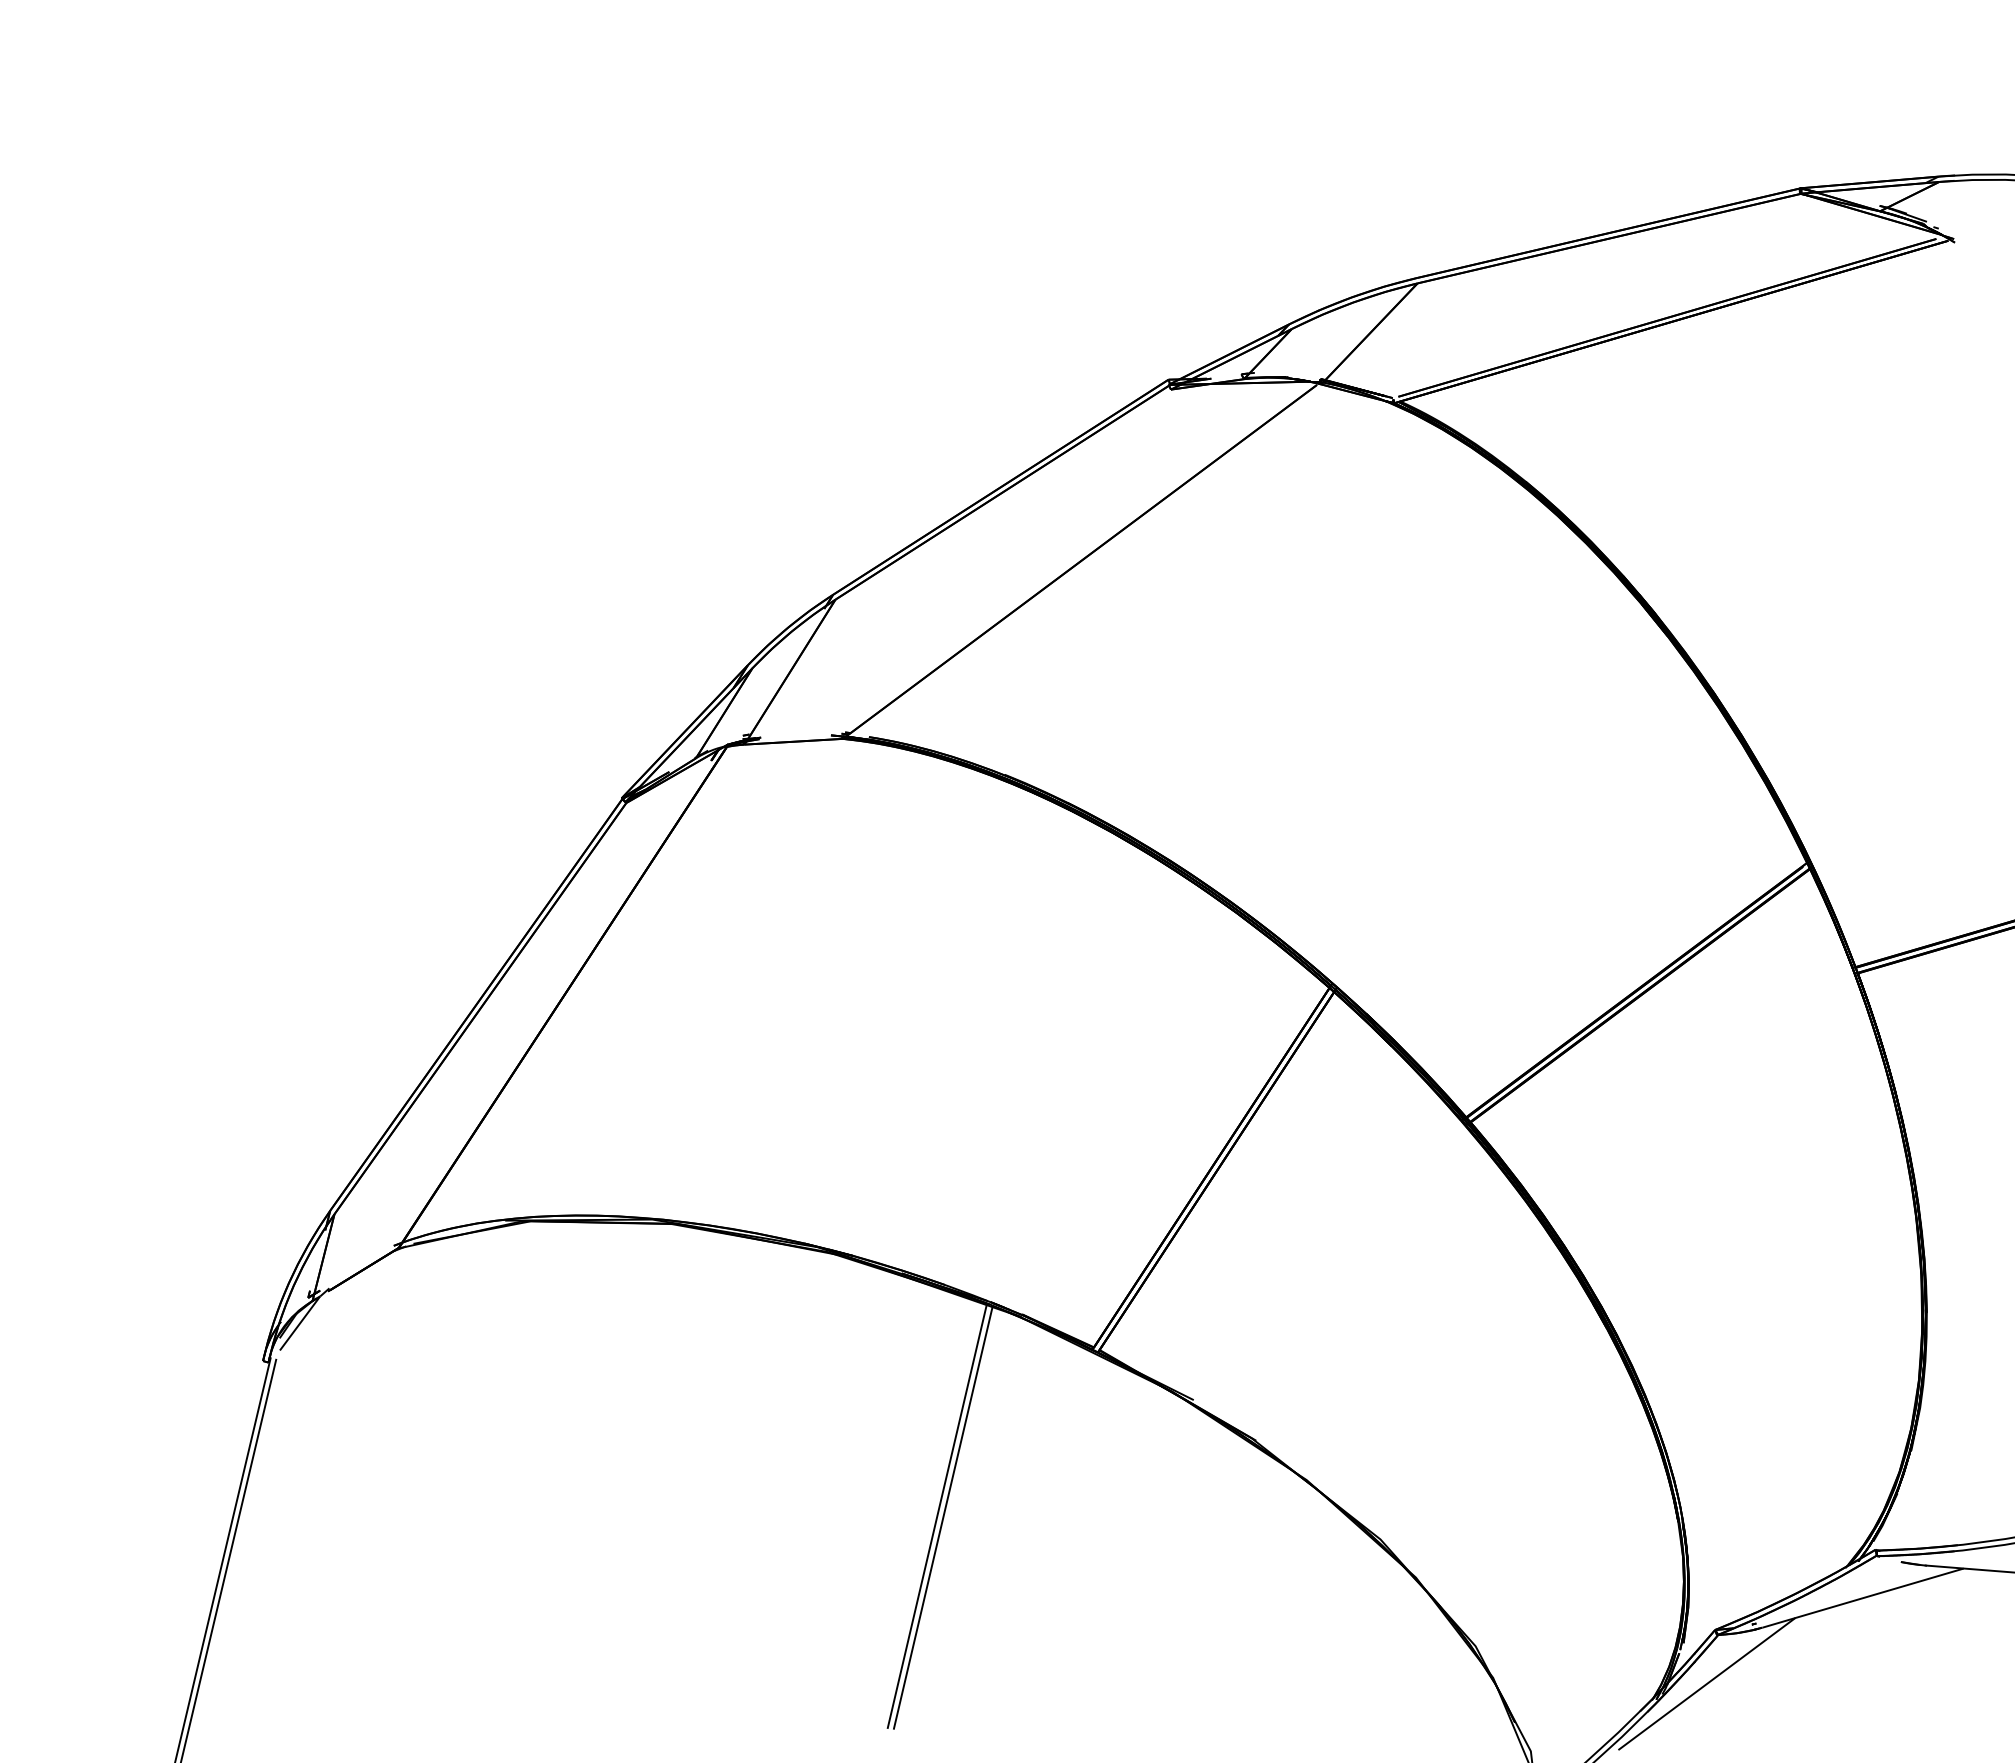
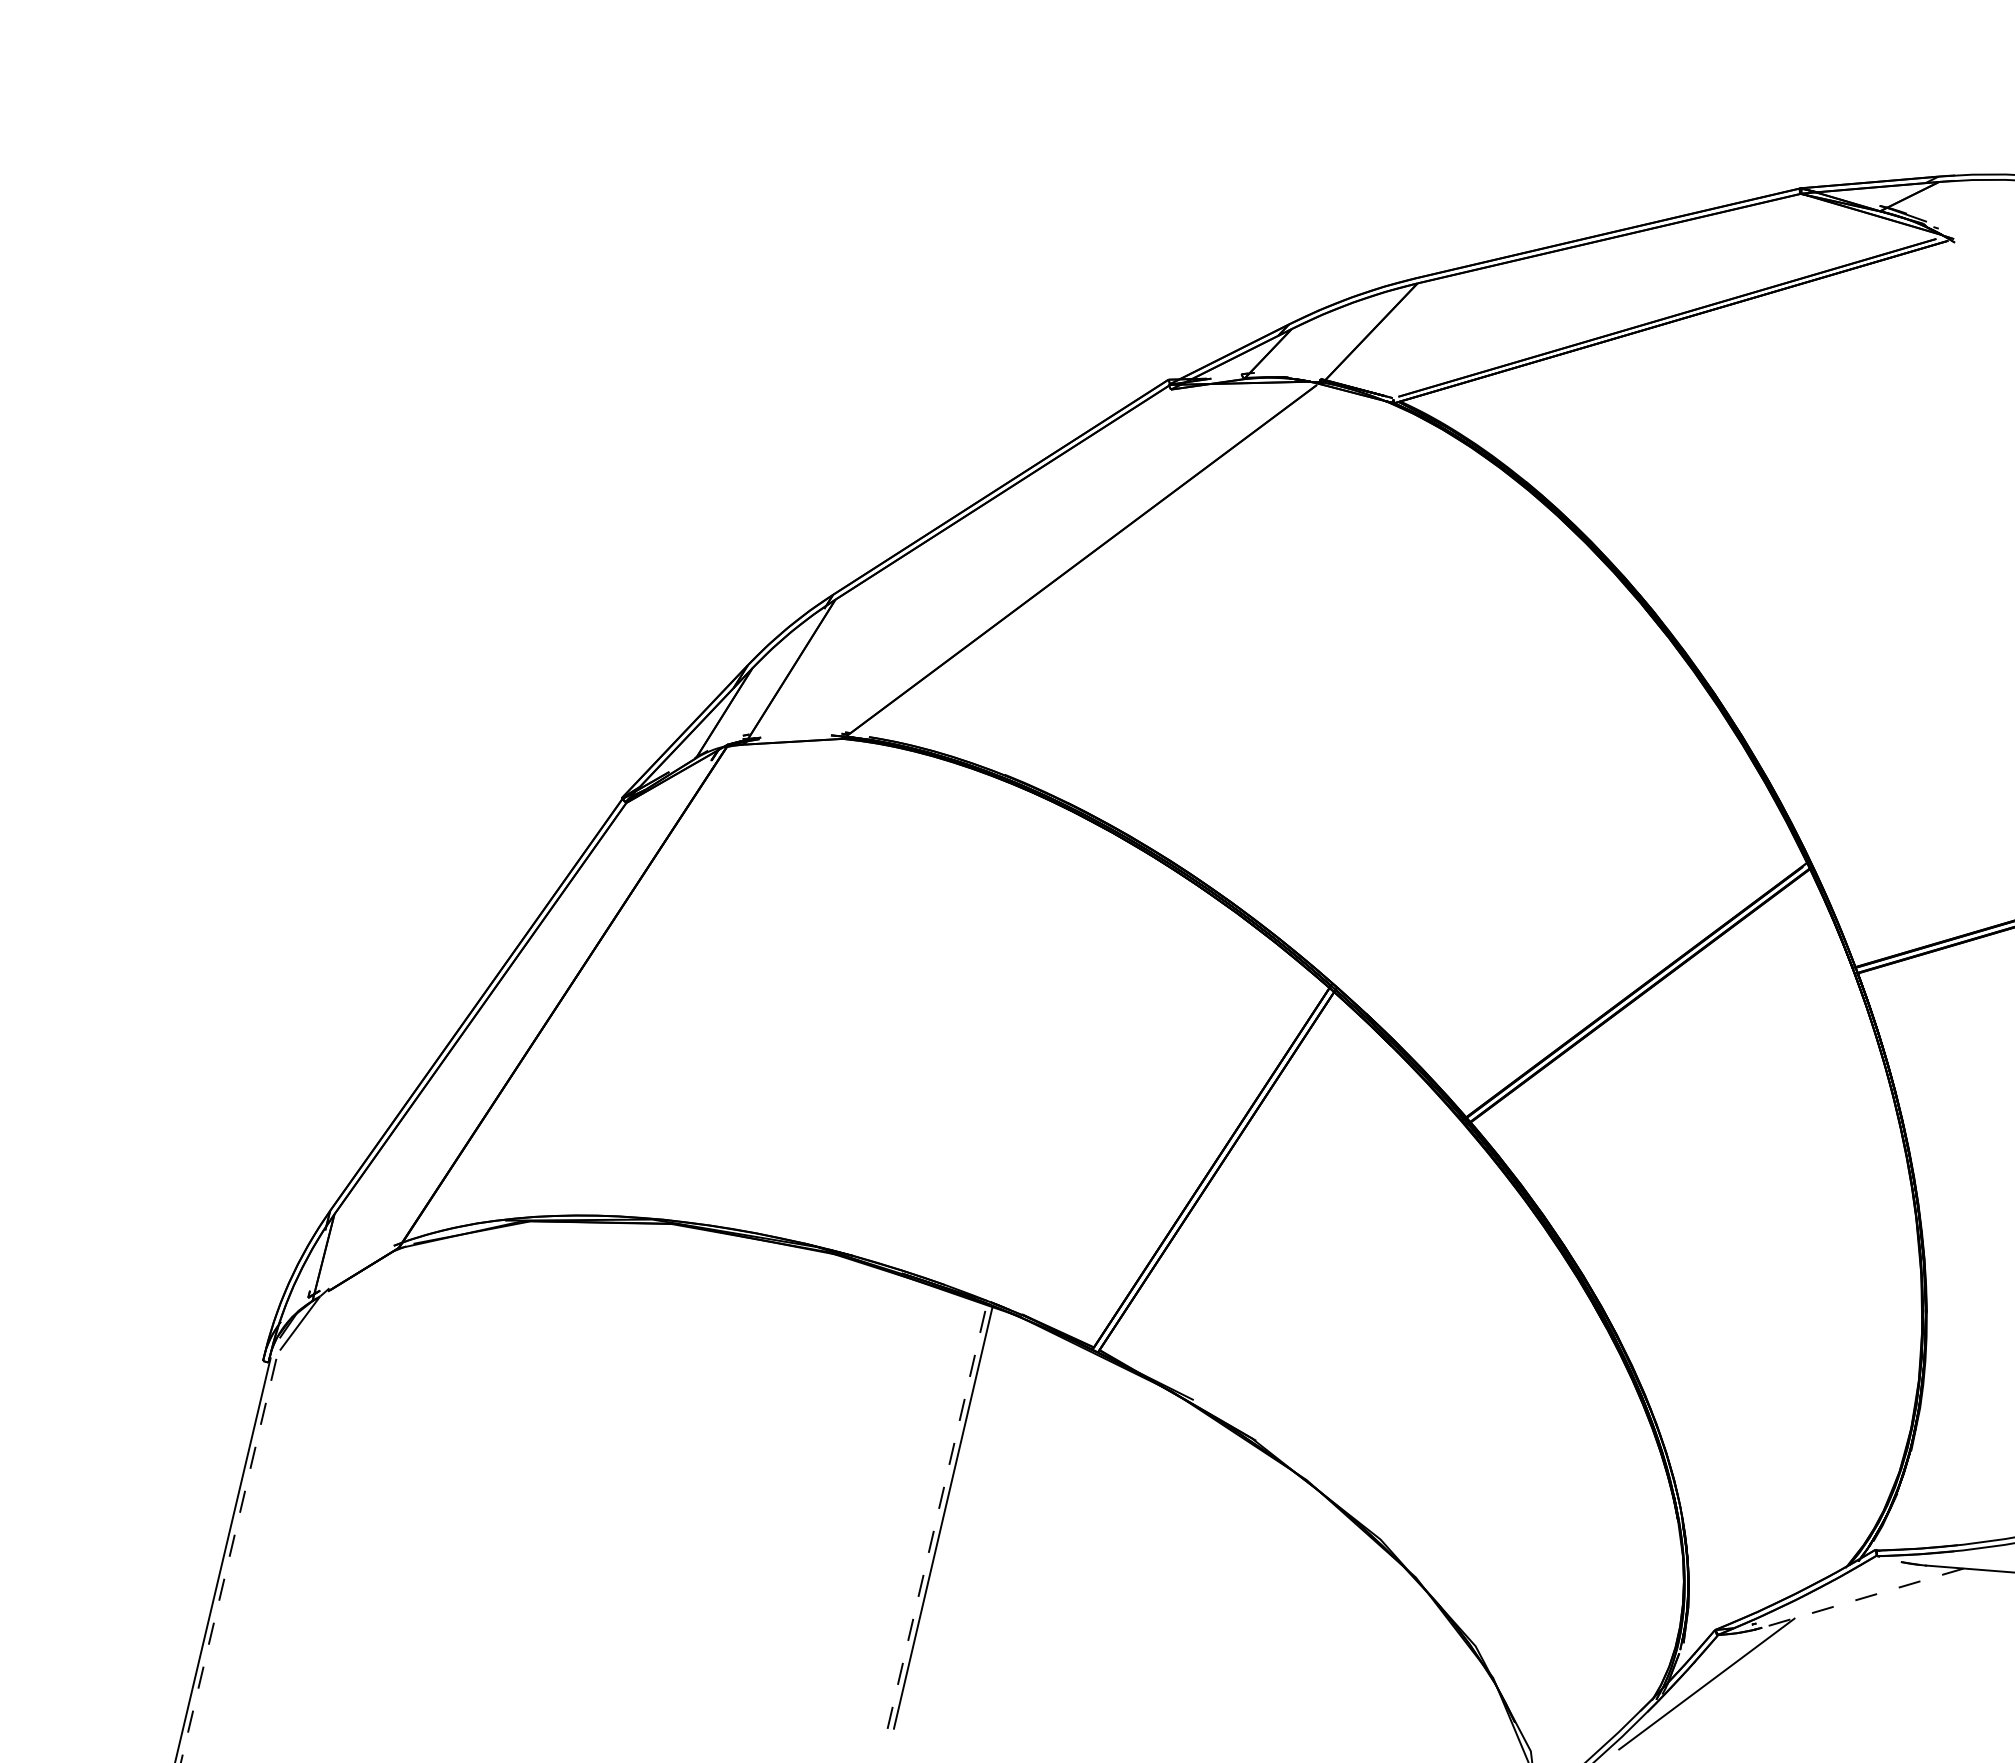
line at (937, 1516): solid -> dashed
line at (228, 1561): solid -> dashed
line at (1863, 1598): solid -> dashed
